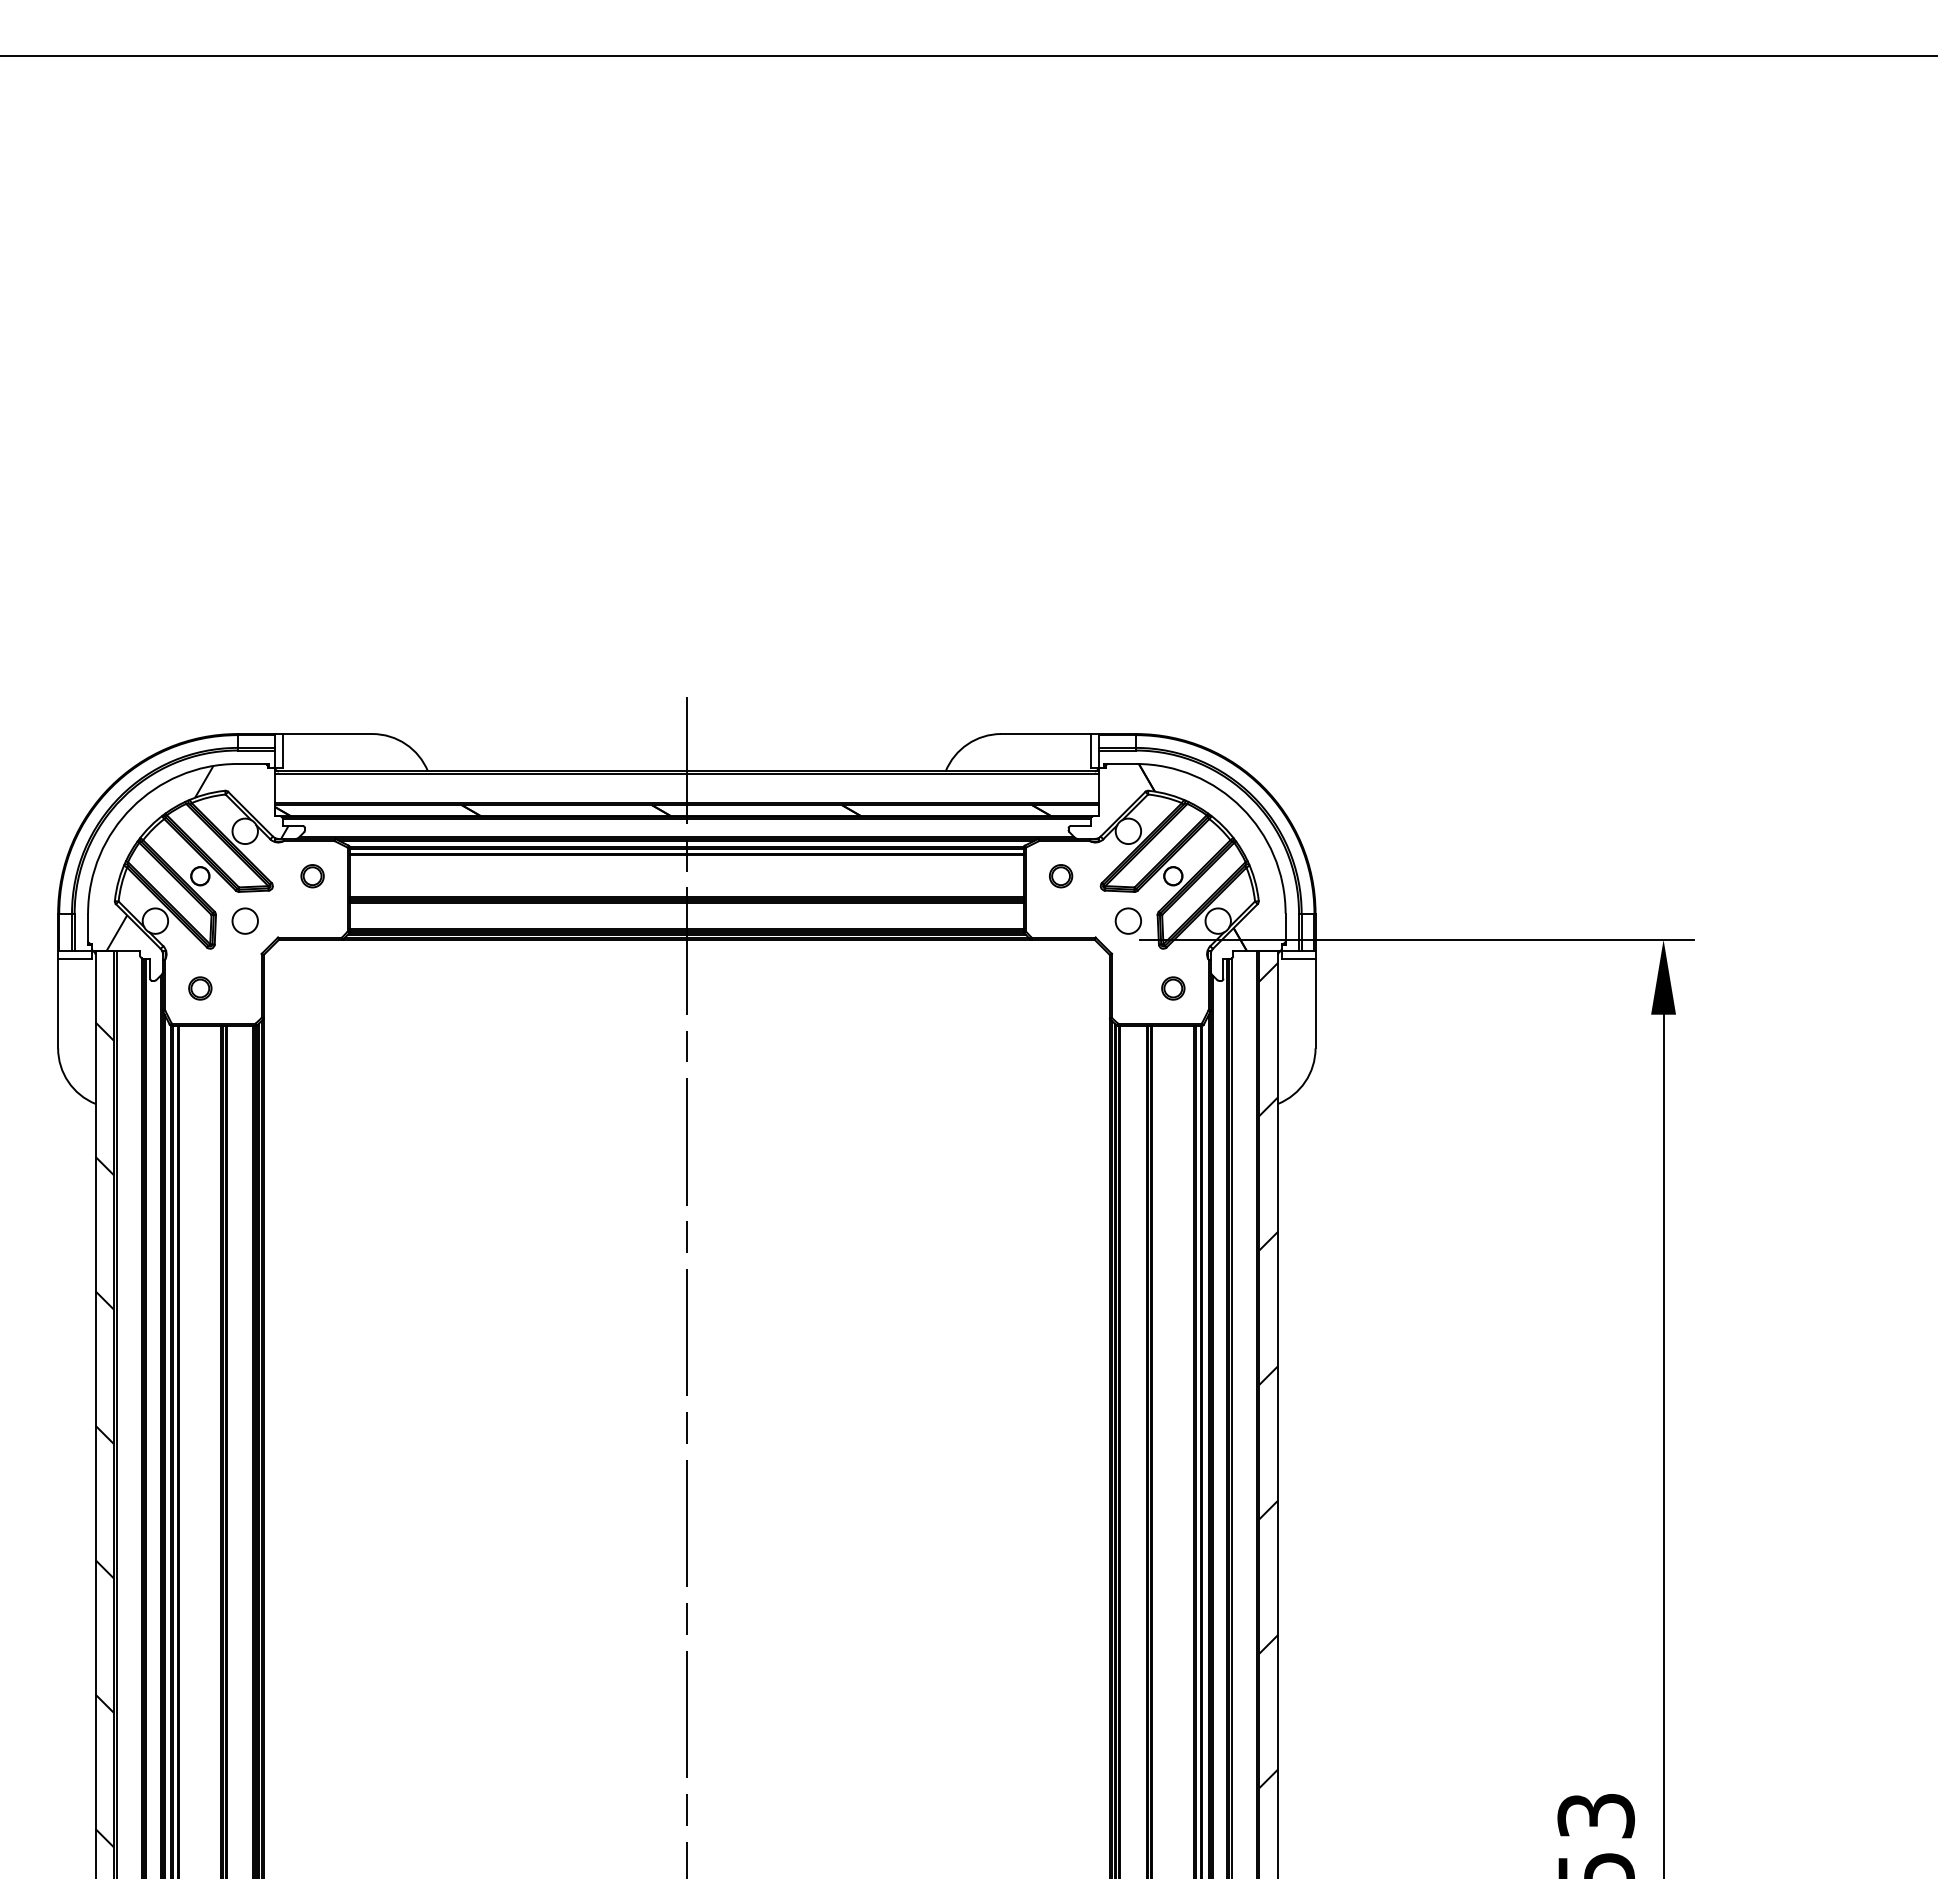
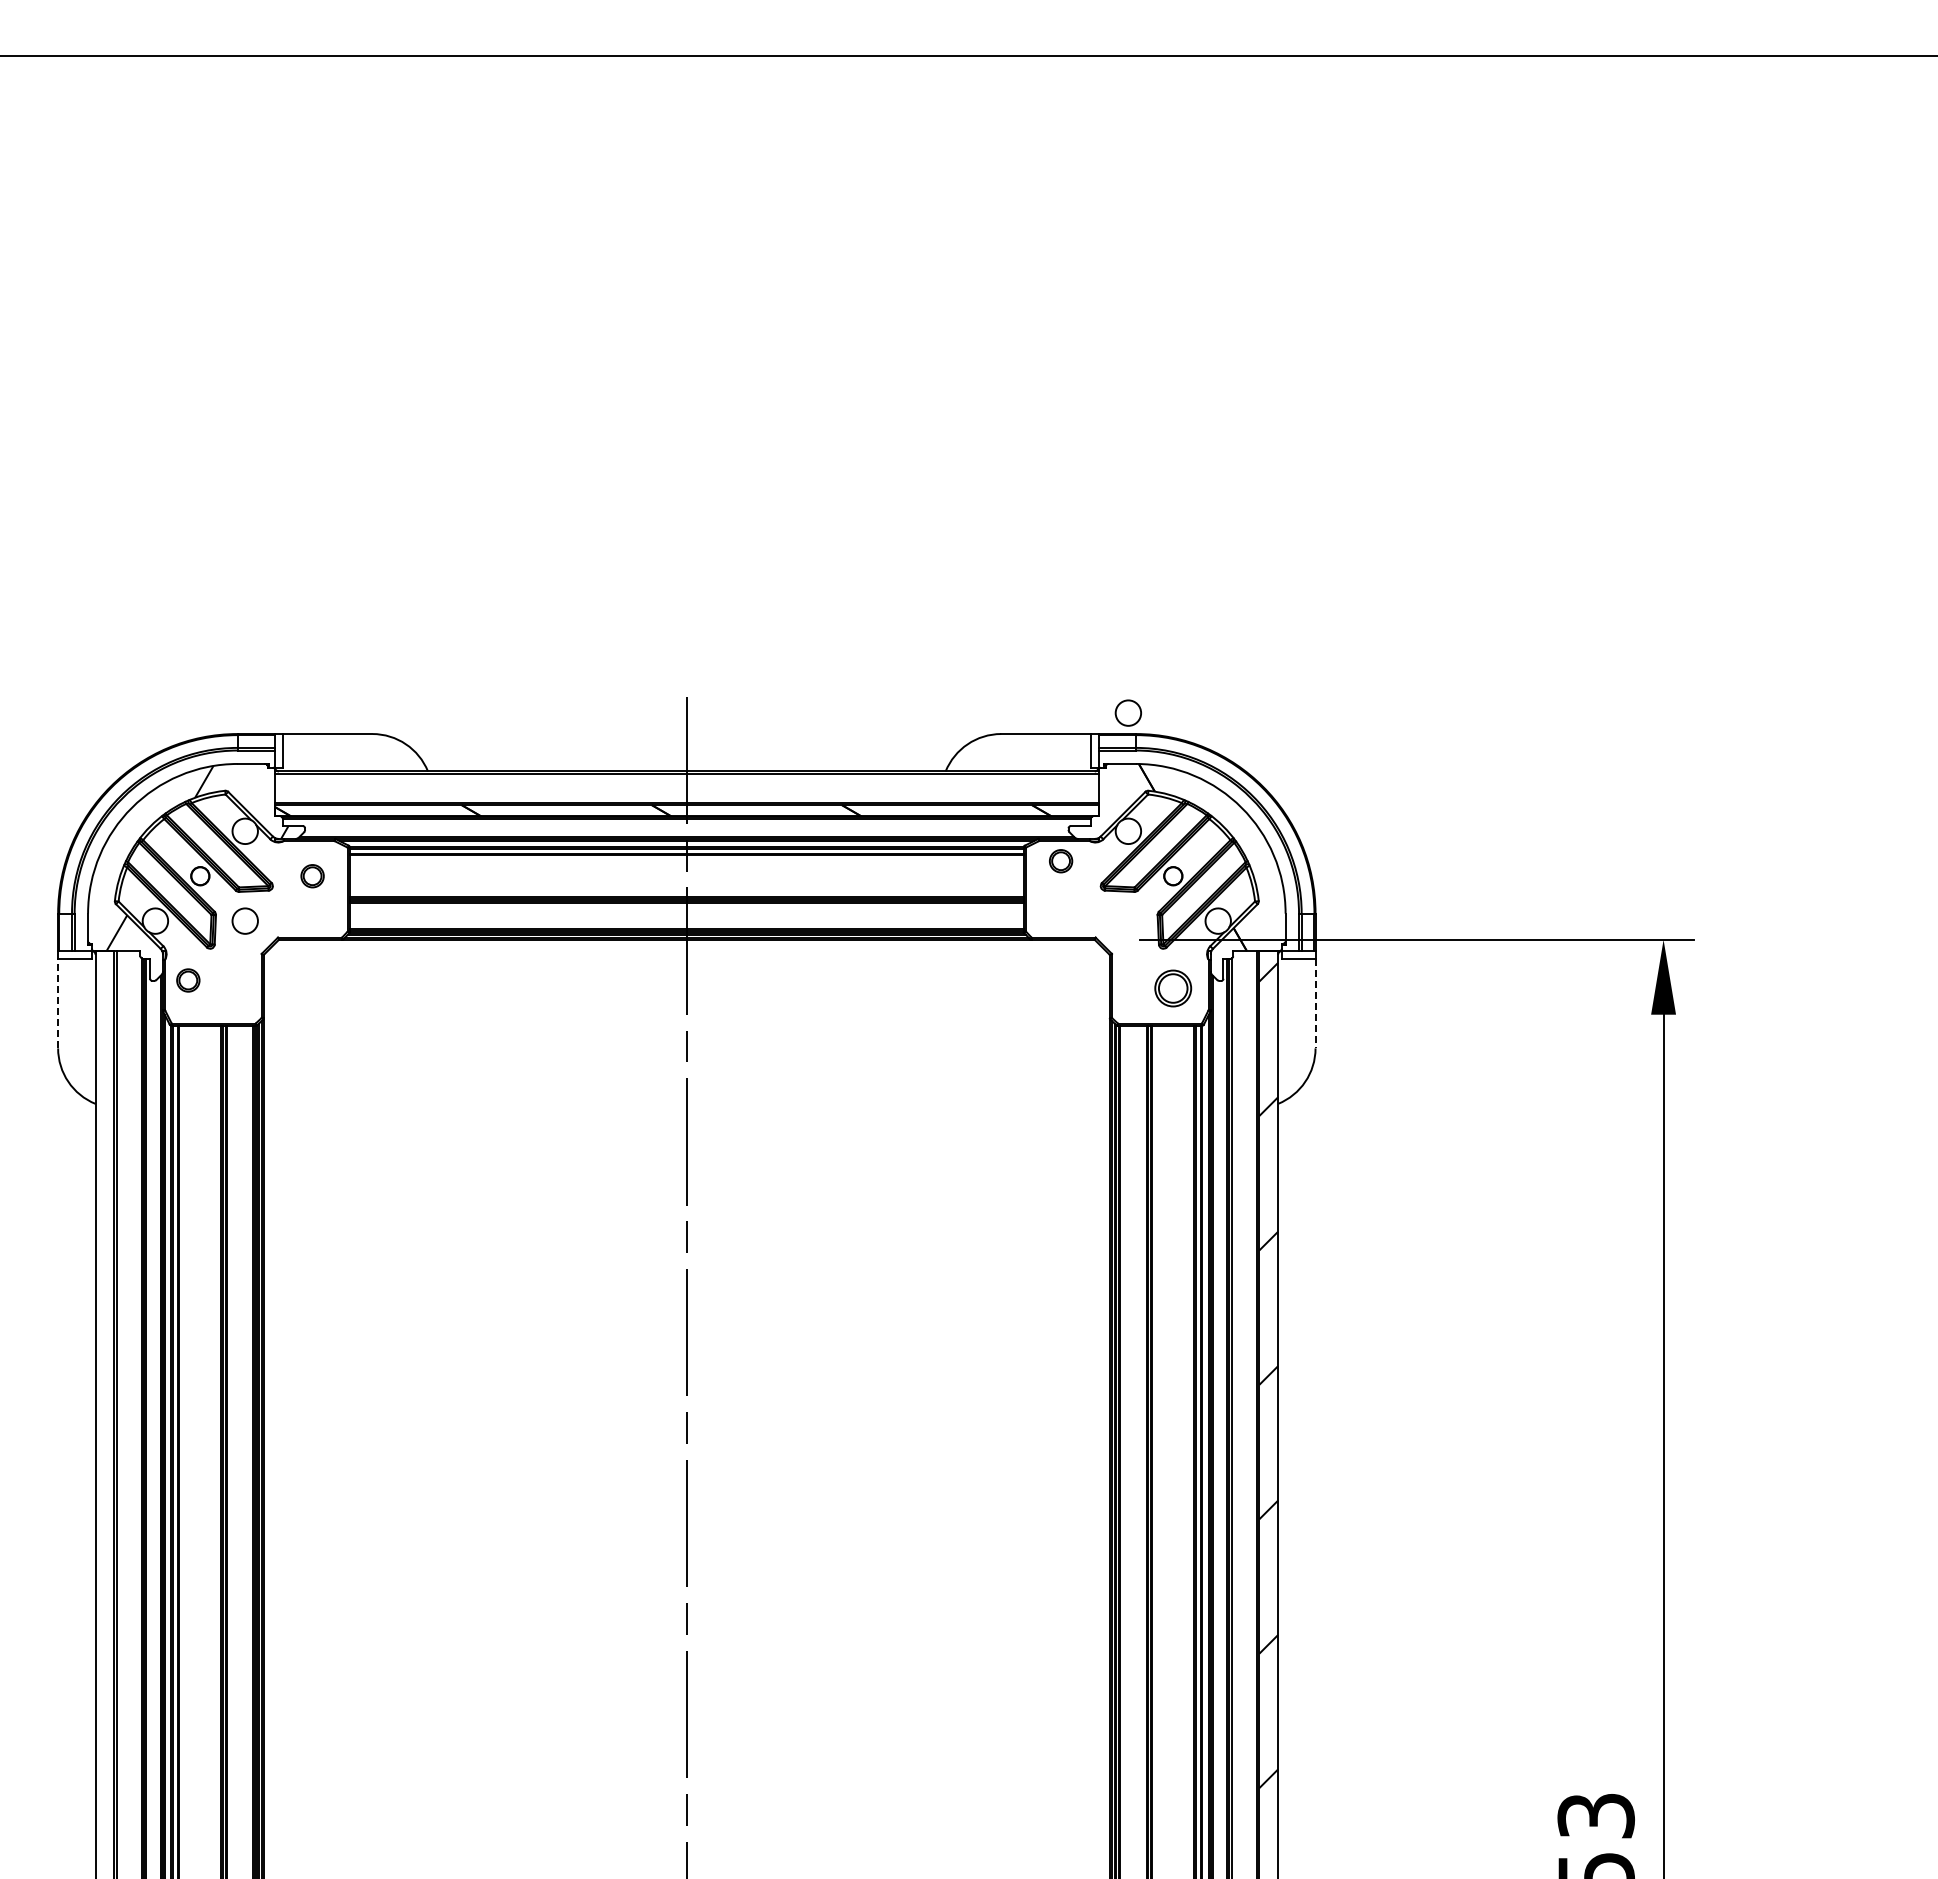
part at (1061, 876) position: (1061, 876) -> (1061, 861)
circle at (1127, 920) position: (1127, 920) -> (1127, 712)
part at (200, 988) position: (200, 988) -> (188, 980)
part at (1173, 988) size: 25x25 px -> 39x39 px
line at (58, 1003): solid -> dashed
line at (1315, 1003): solid -> dashed
hatch at (104, 1434): present -> none
